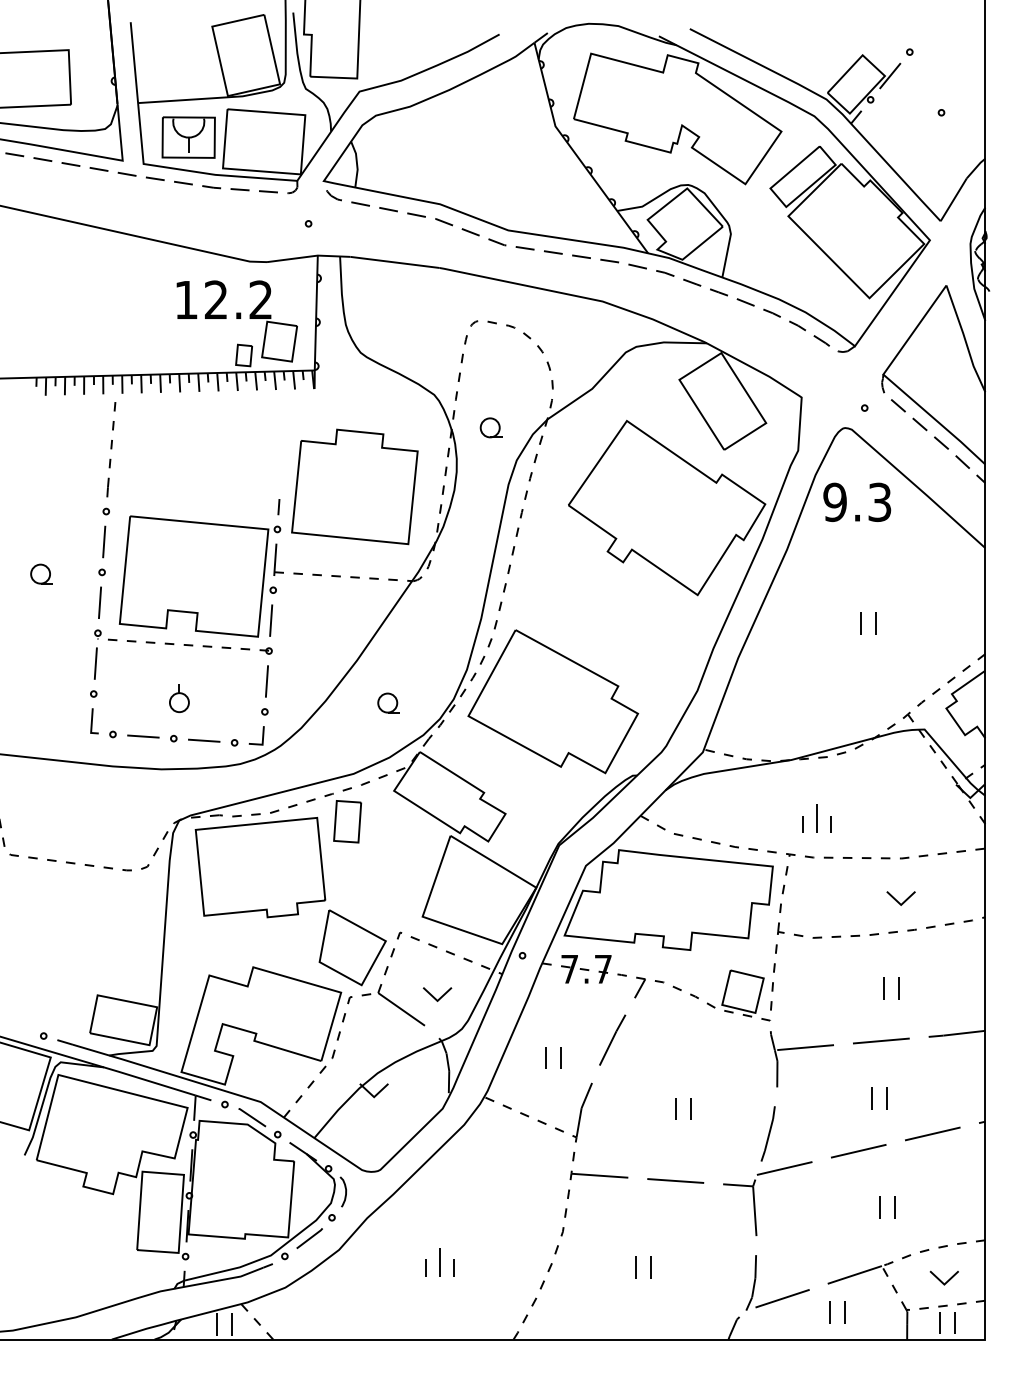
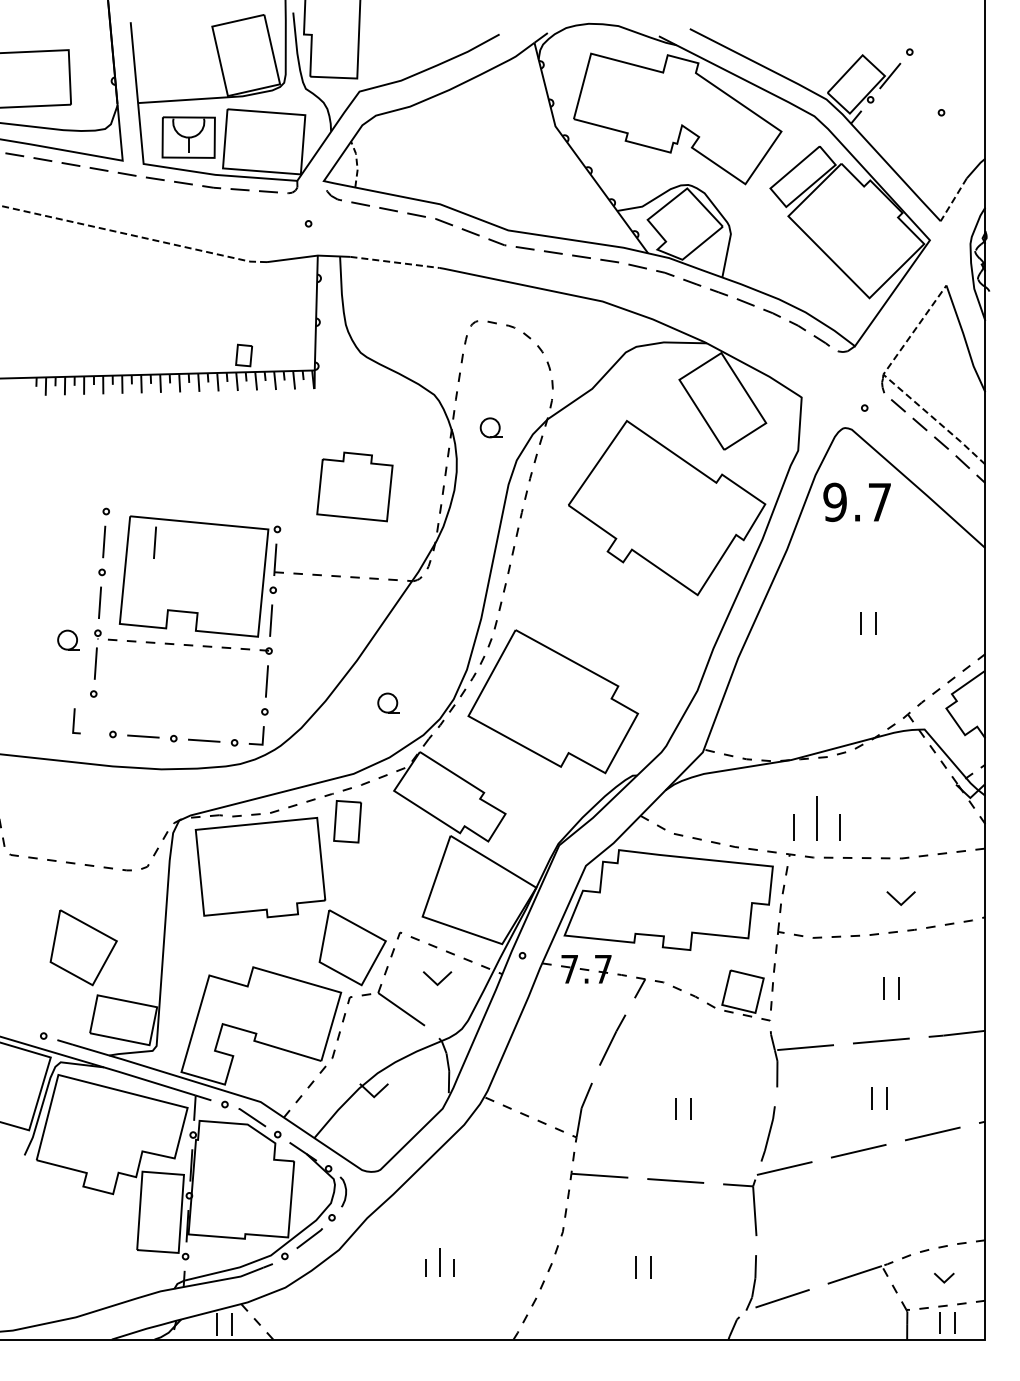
line at (356, 163): solid -> dashed
line at (953, 200): solid -> dashed
line at (133, 235): solid -> dashed
line at (395, 262): solid -> dashed
part at (236, 321): present -> none
line at (893, 383): solid -> dashed
part at (111, 449): present -> none
part at (354, 486) size: 128x118 px -> 78x72 px
text at (879, 502): 9.3 -> 9.7
line at (278, 507): present -> none
line at (154, 542): none -> present
part at (41, 573) position: (41, 573) -> (68, 639)
part at (179, 698): present -> none
line at (92, 721) position: (92, 721) -> (74, 721)
part at (816, 818) size: 30x29 px -> 48x45 px
part at (83, 947): none -> present
part at (437, 994) position: (437, 994) -> (437, 978)
part at (546, 1057): present -> none
part at (880, 1207): present -> none
part at (943, 1277) size: 30x16 px -> 21x12 px
part at (830, 1312): present -> none
